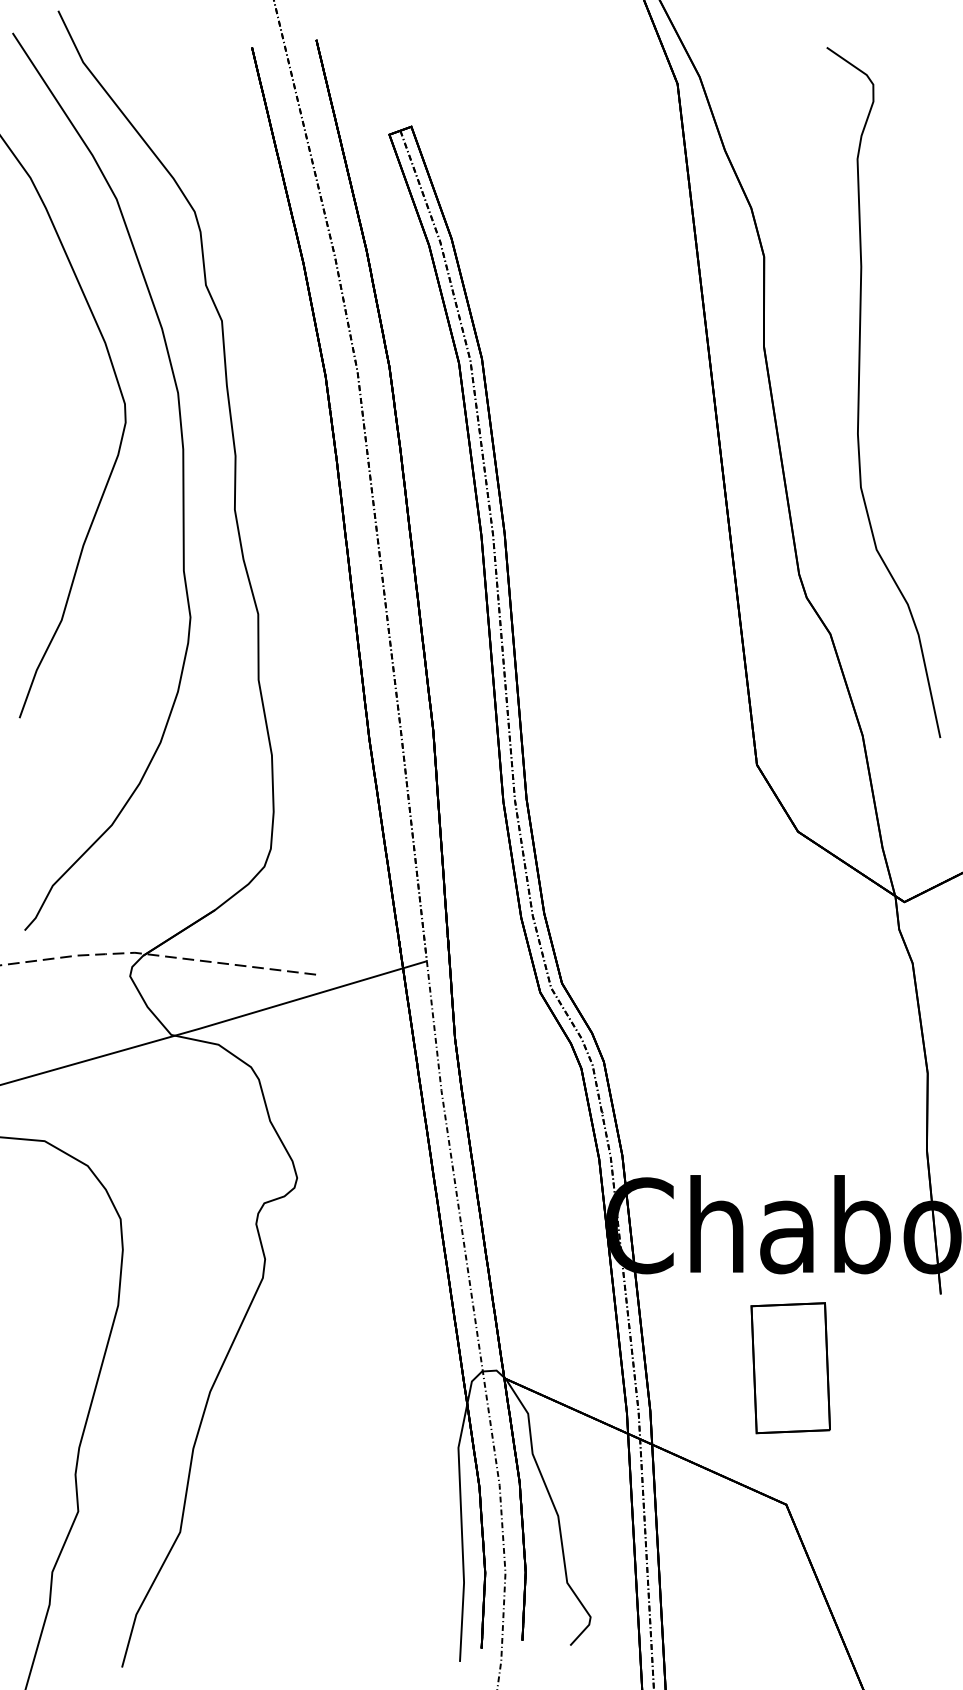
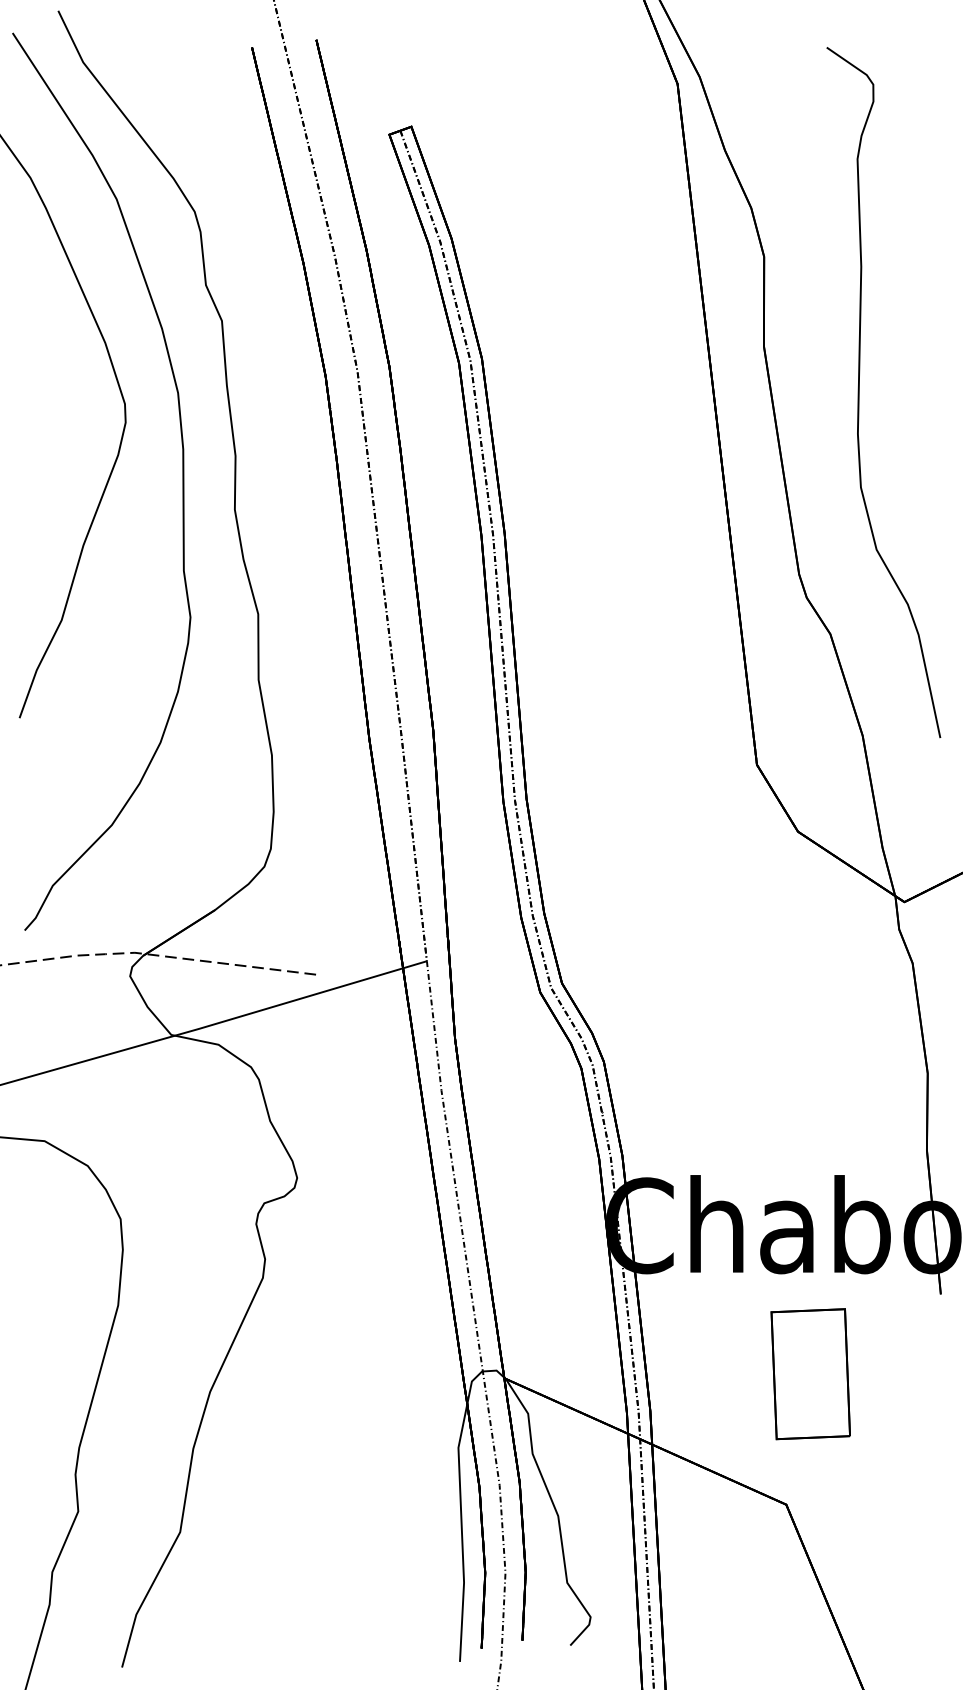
part at (790, 1368) position: (790, 1368) -> (810, 1374)
